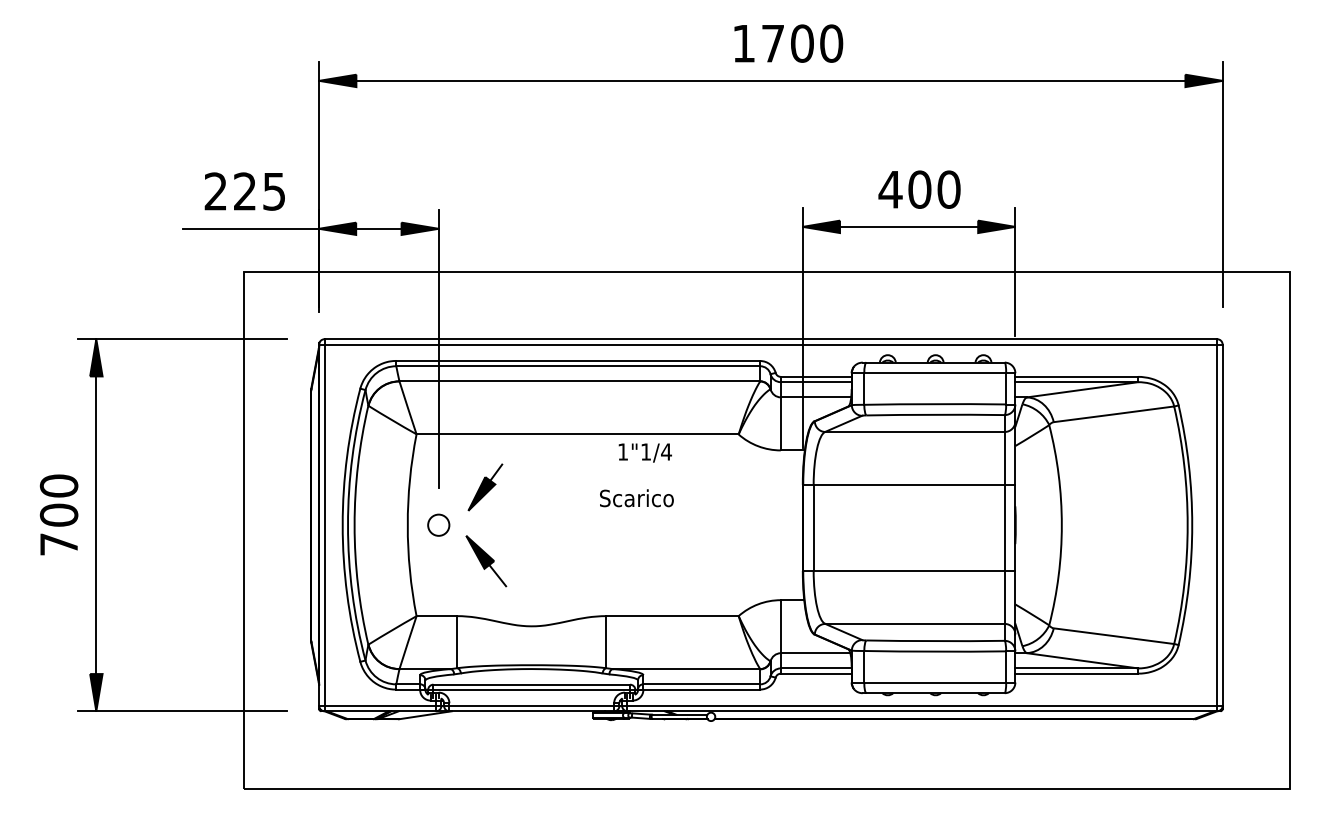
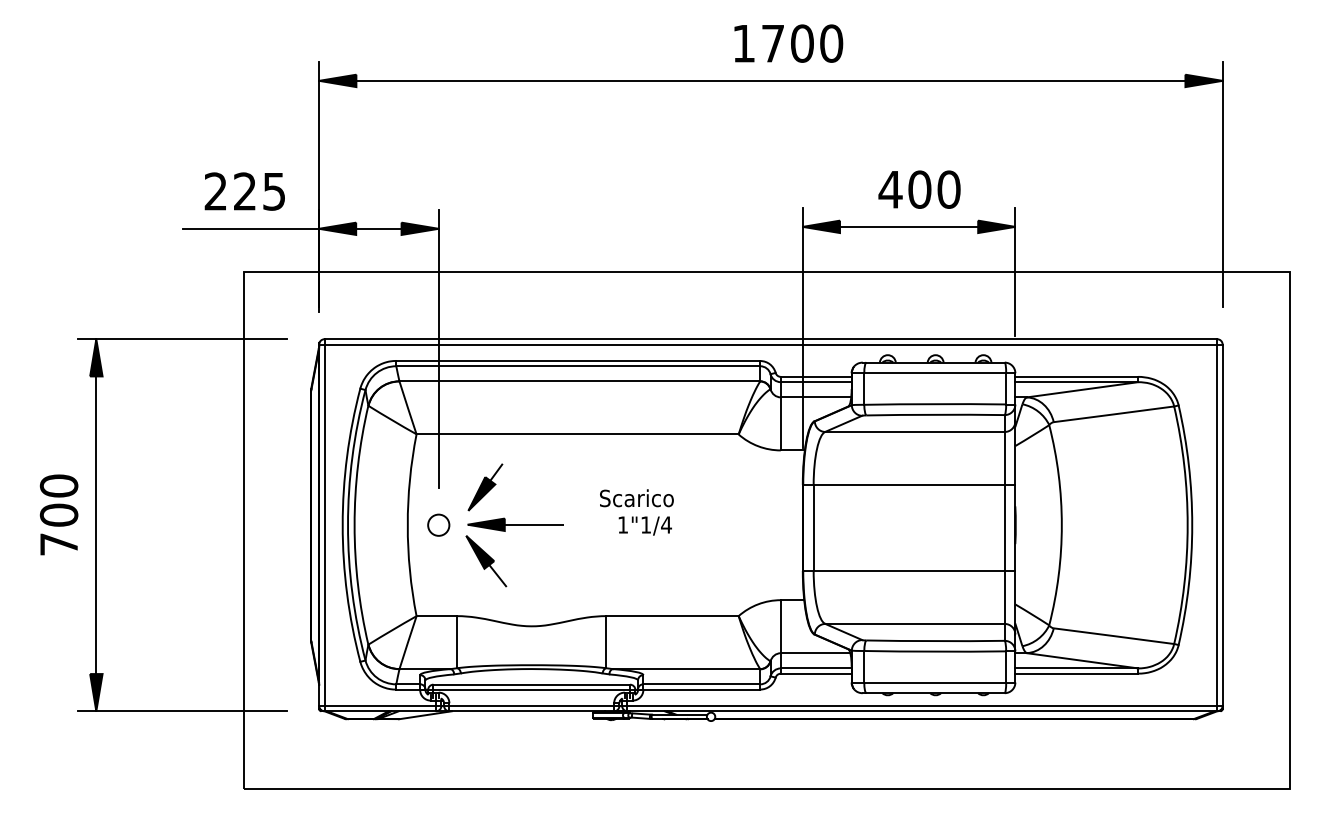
text at (644, 452) position: (644, 452) -> (644, 525)
part at (515, 524): none -> present
